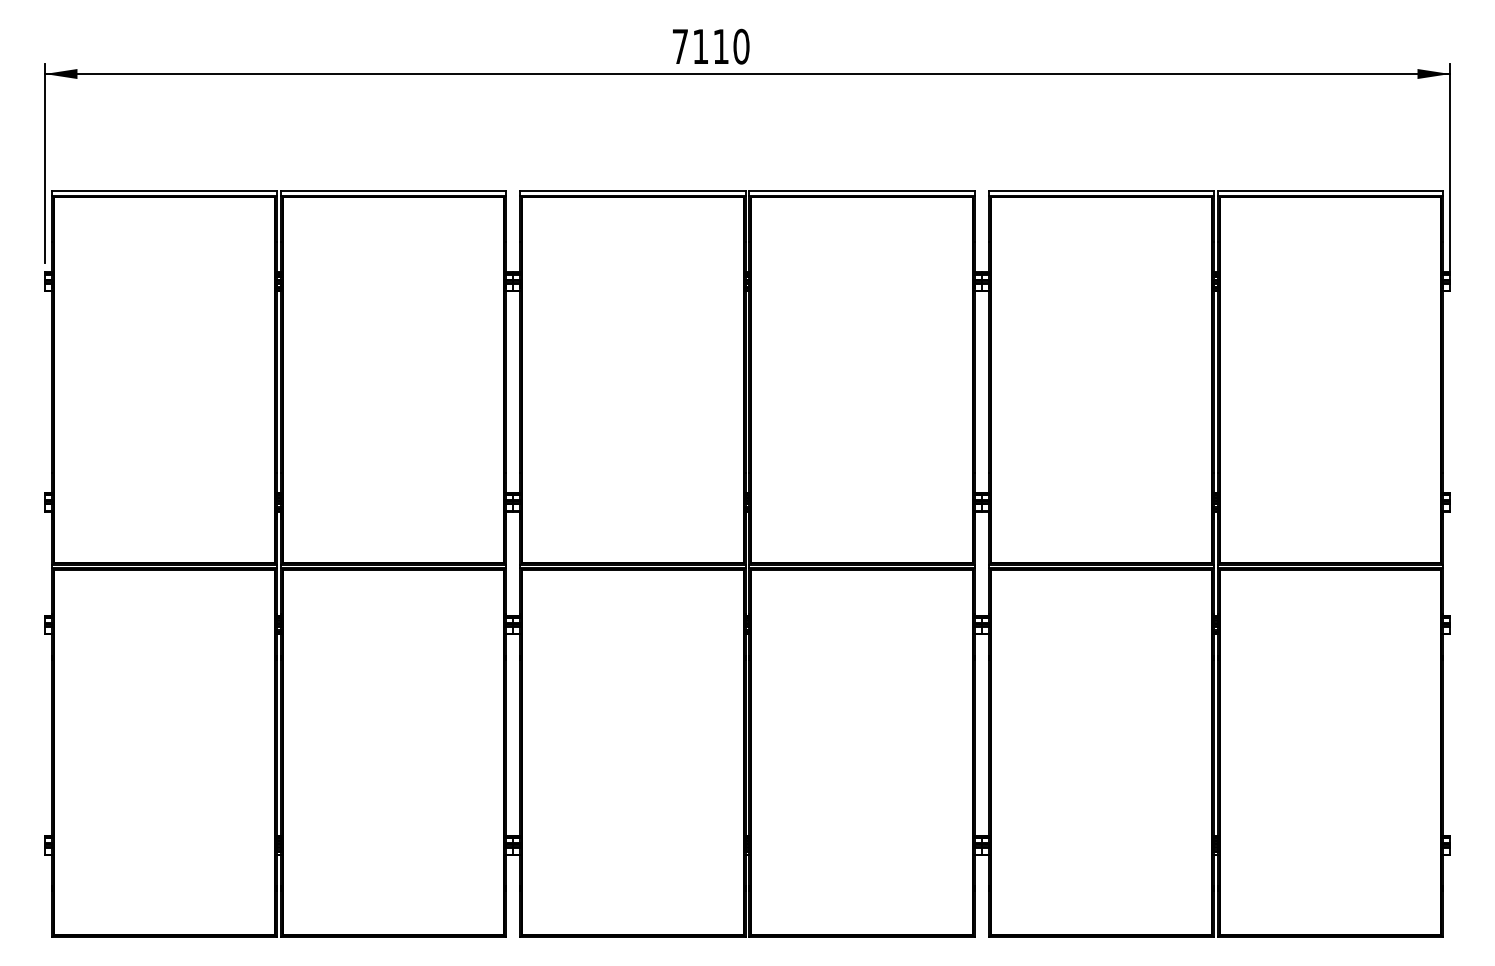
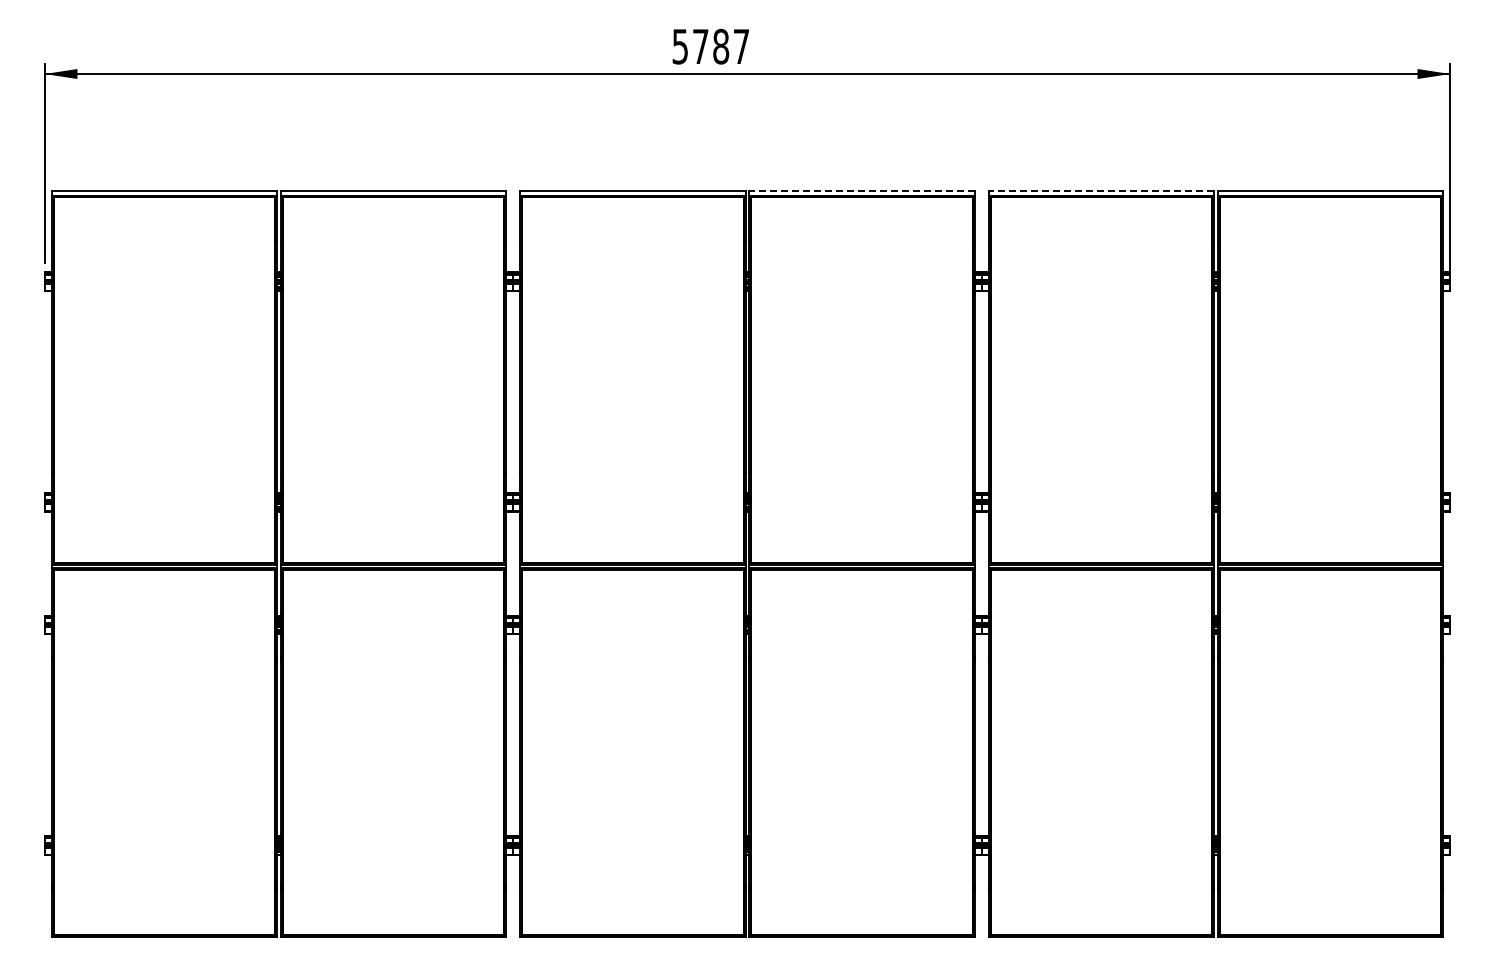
text at (710, 46): 7110 -> 5787
line at (862, 191): solid -> dashed
line at (1101, 191): solid -> dashed
